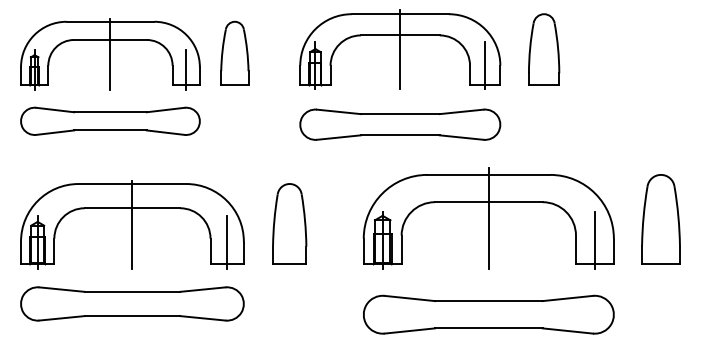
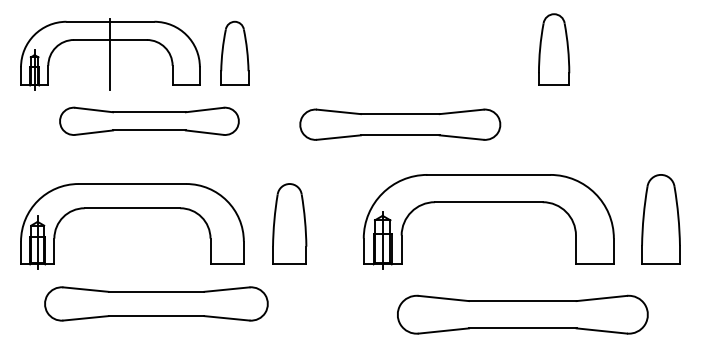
part at (400, 49): present -> none
part at (544, 49) position: (544, 49) -> (554, 49)
line at (186, 70): present -> none
part at (110, 120) position: (110, 120) -> (149, 120)
line at (488, 217): present -> none
line at (132, 224): present -> none
line at (594, 239): present -> none
line at (227, 241): present -> none
part at (132, 303) position: (132, 303) -> (156, 303)
part at (488, 314) position: (488, 314) -> (522, 314)
